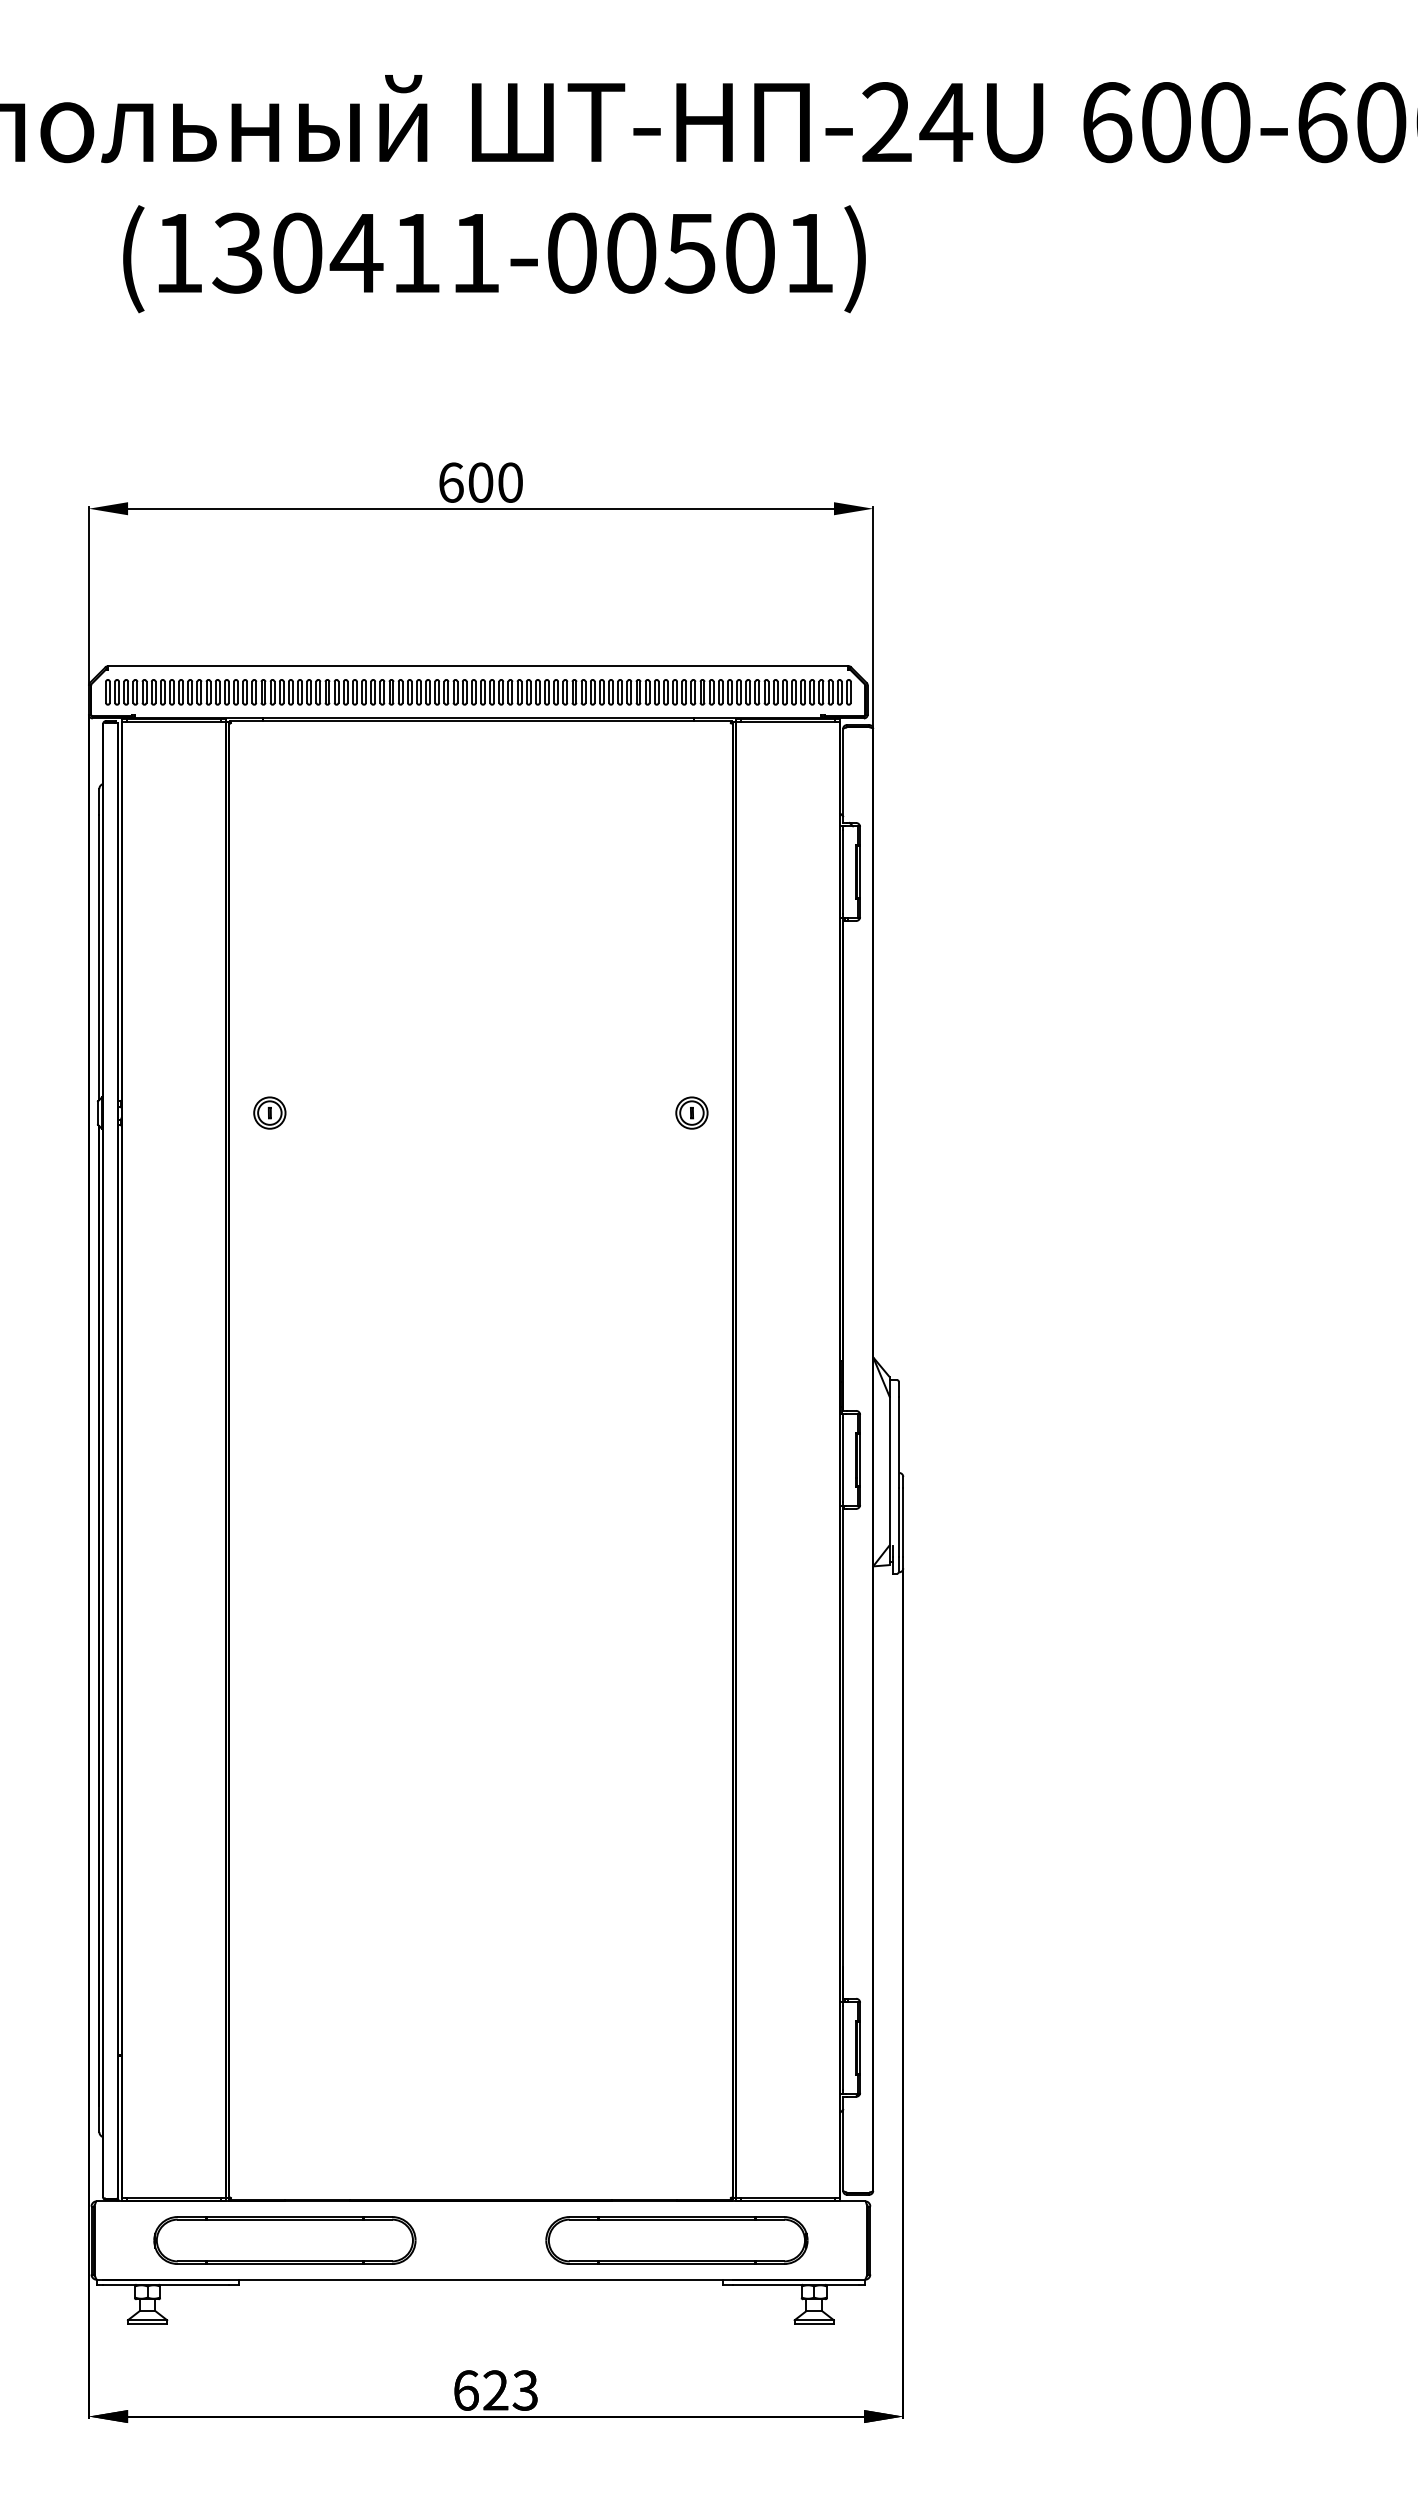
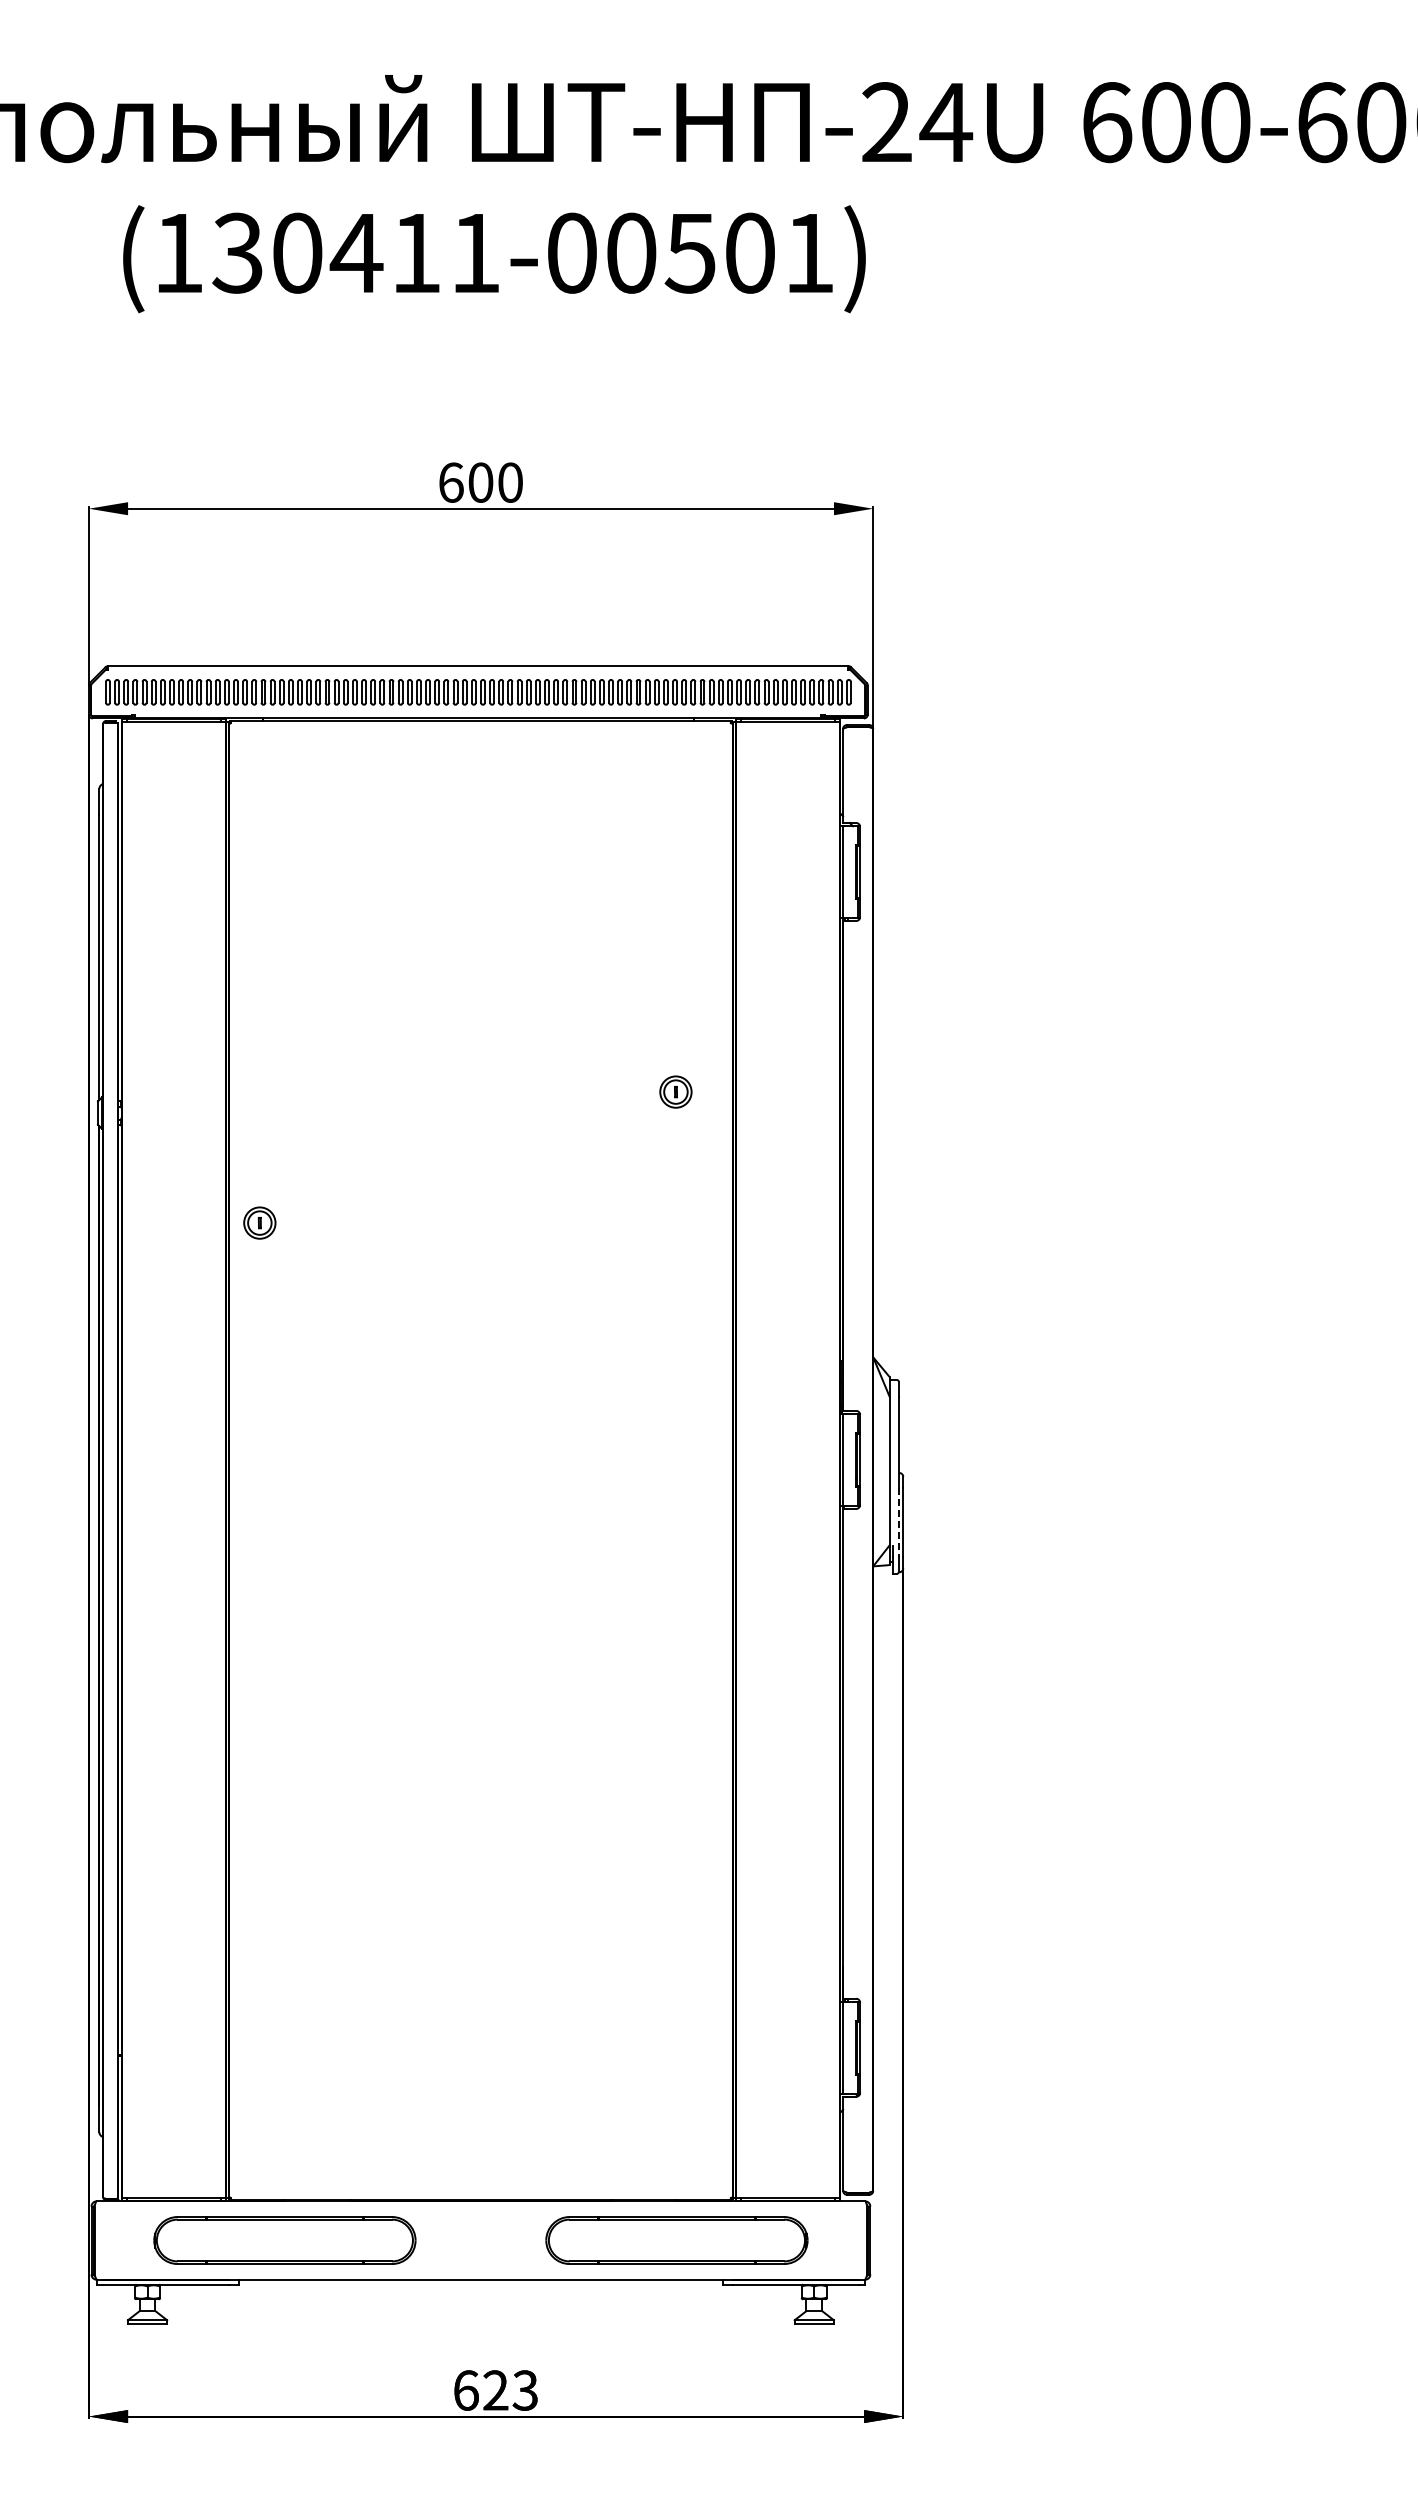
part at (269, 1112) position: (269, 1112) -> (259, 1222)
part at (691, 1112) position: (691, 1112) -> (675, 1091)
line at (898, 1522): solid -> dashed
